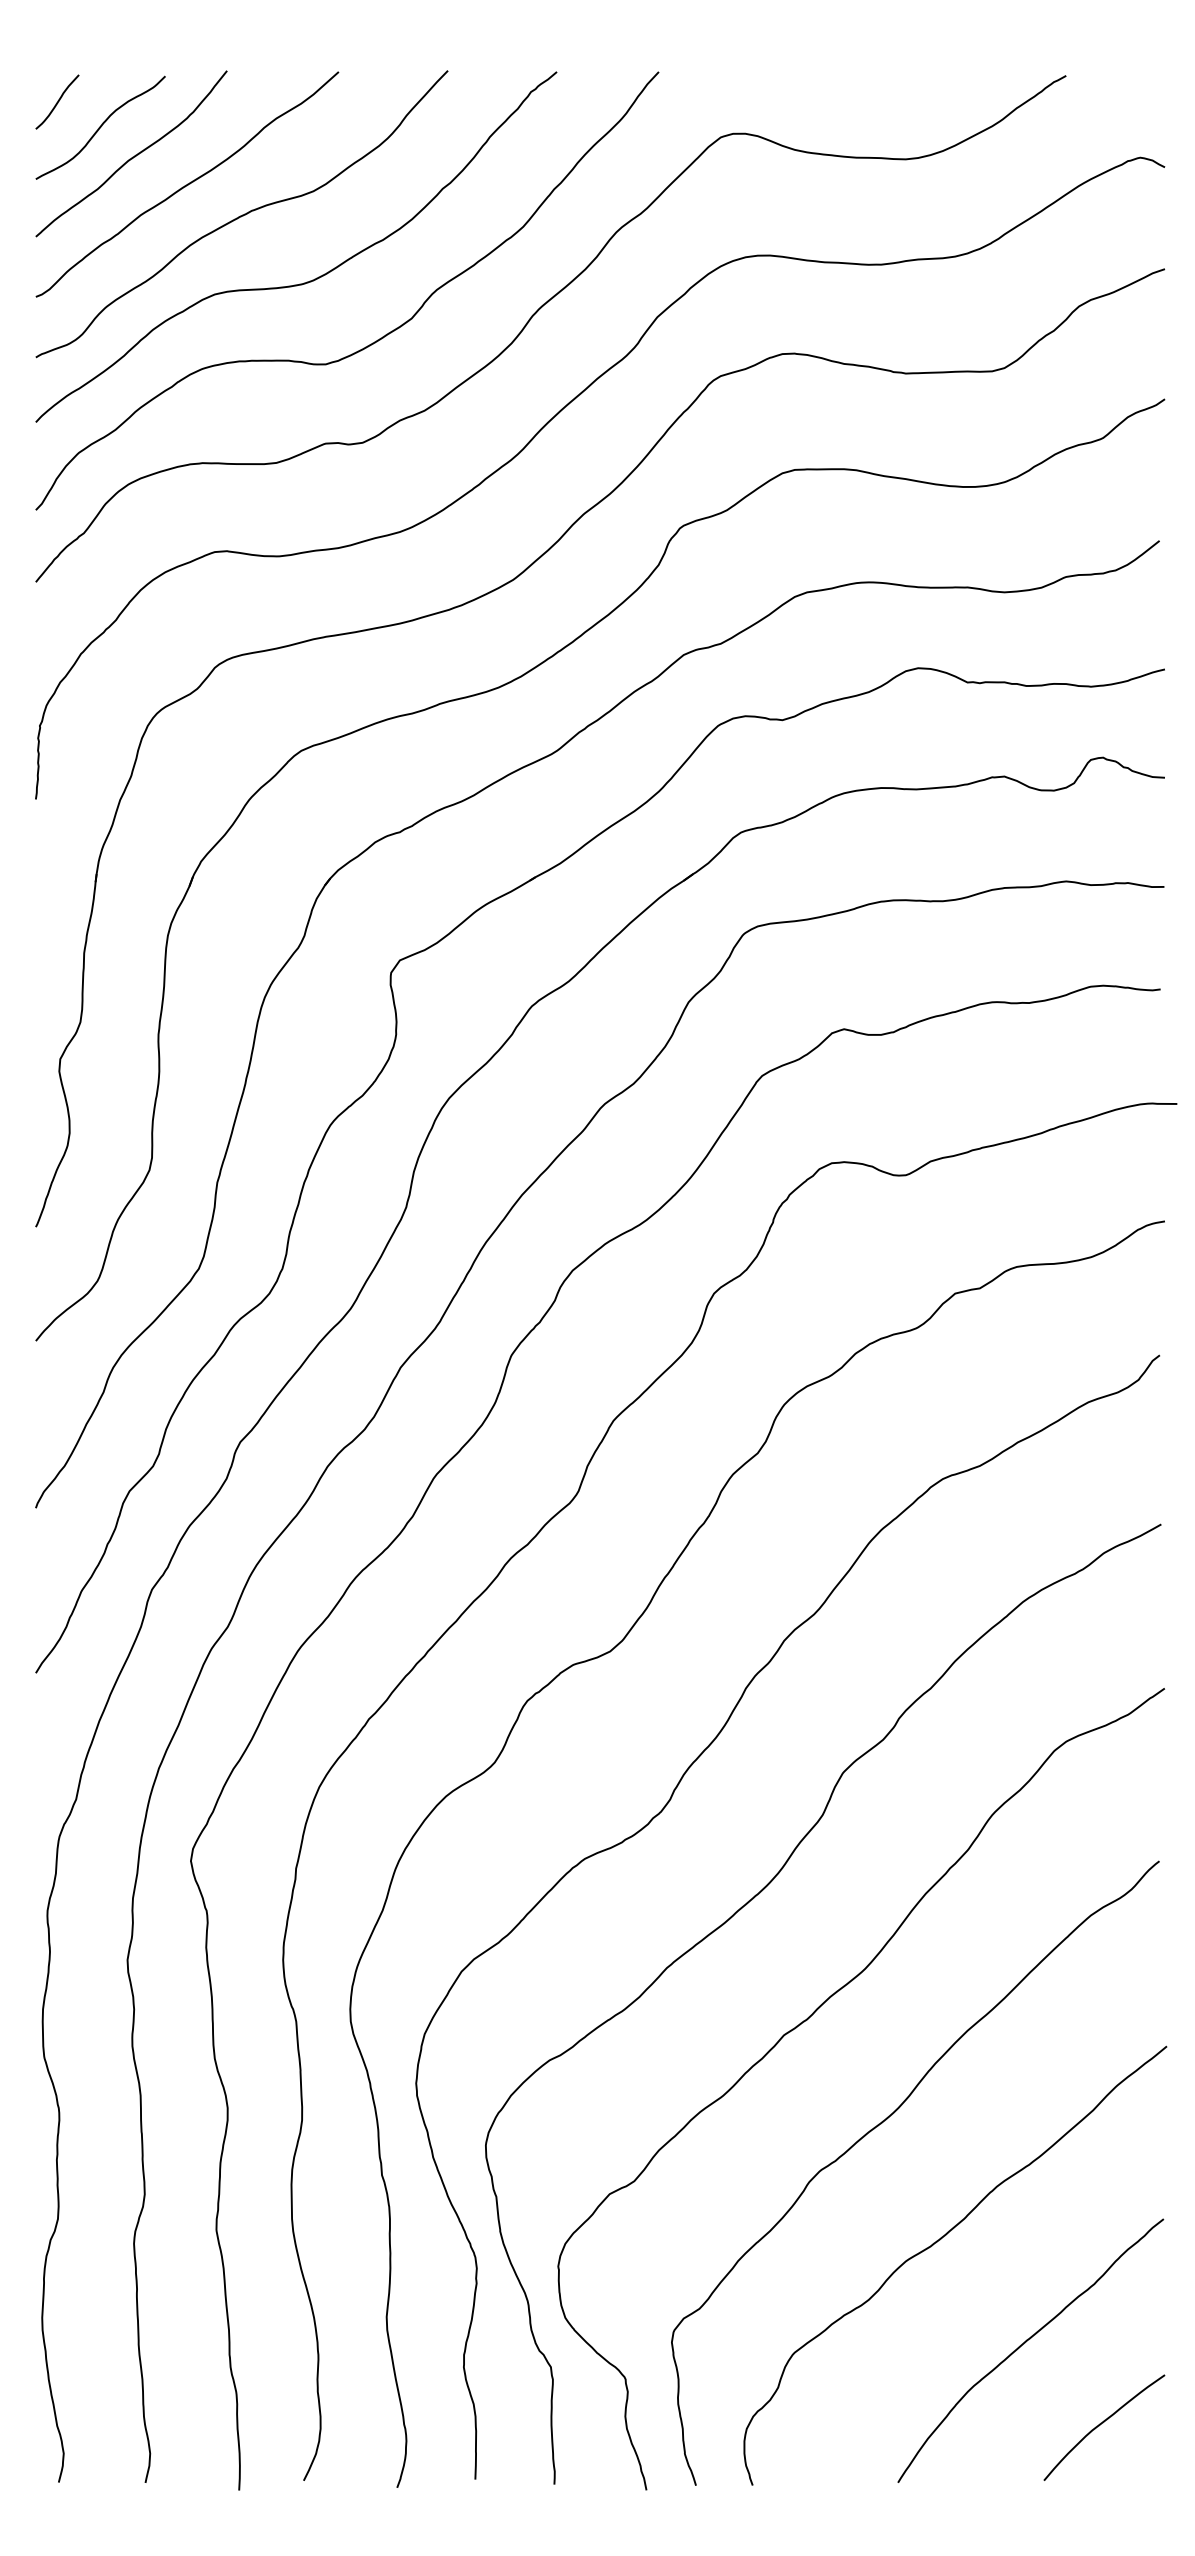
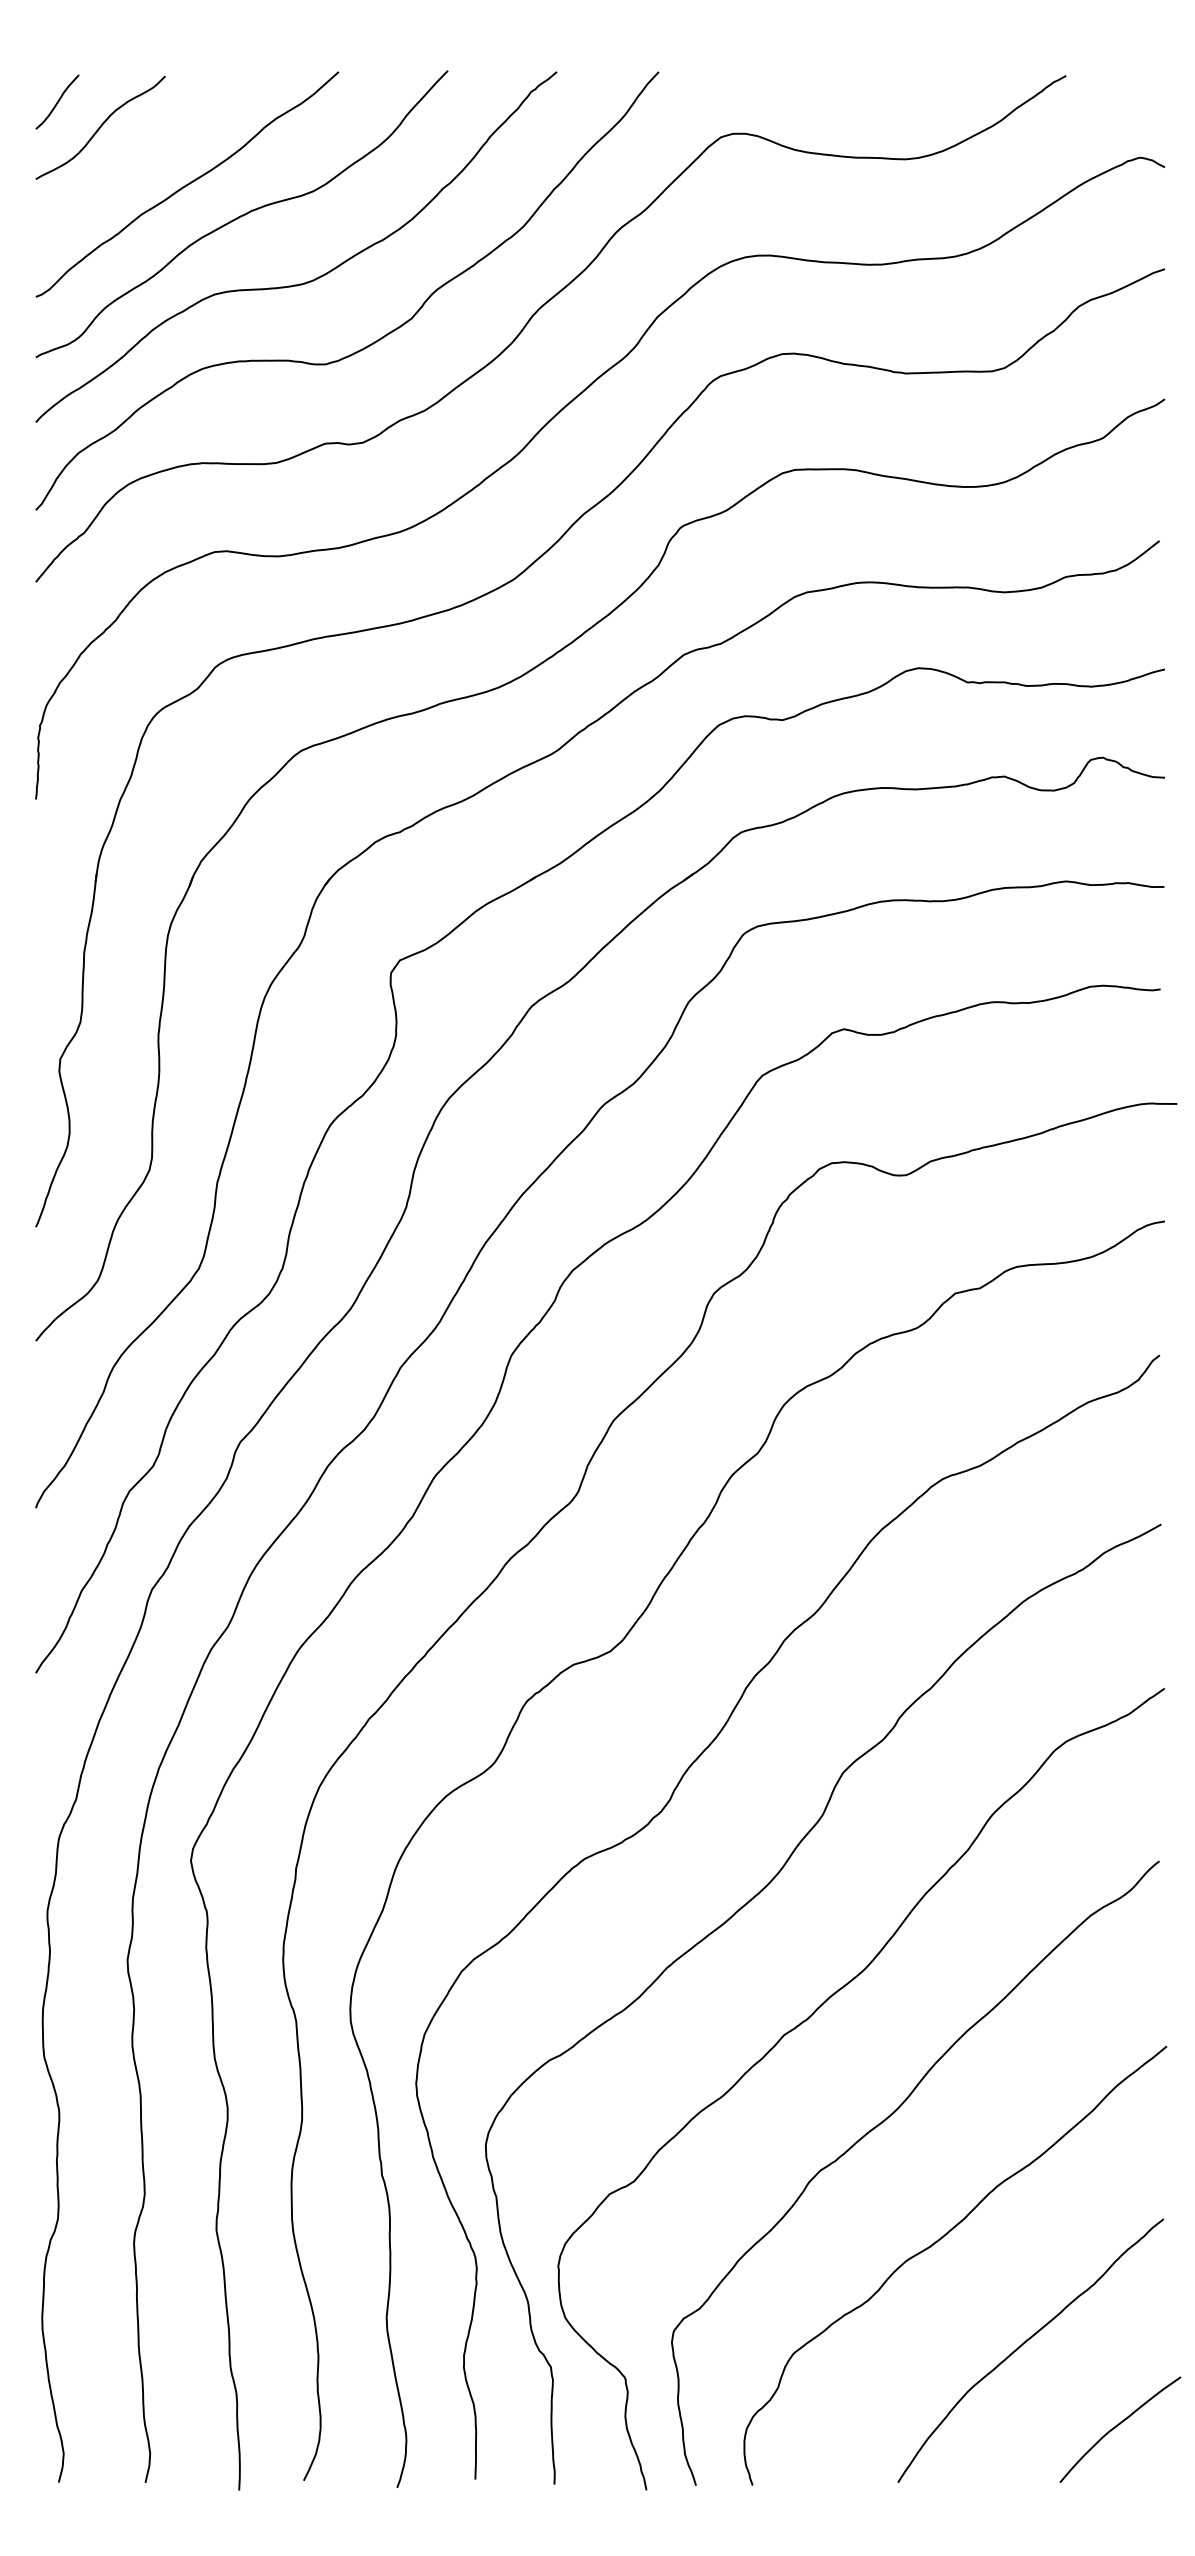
curve at (132, 156): present -> none
curve at (1103, 2423) position: (1103, 2423) -> (1119, 2425)
